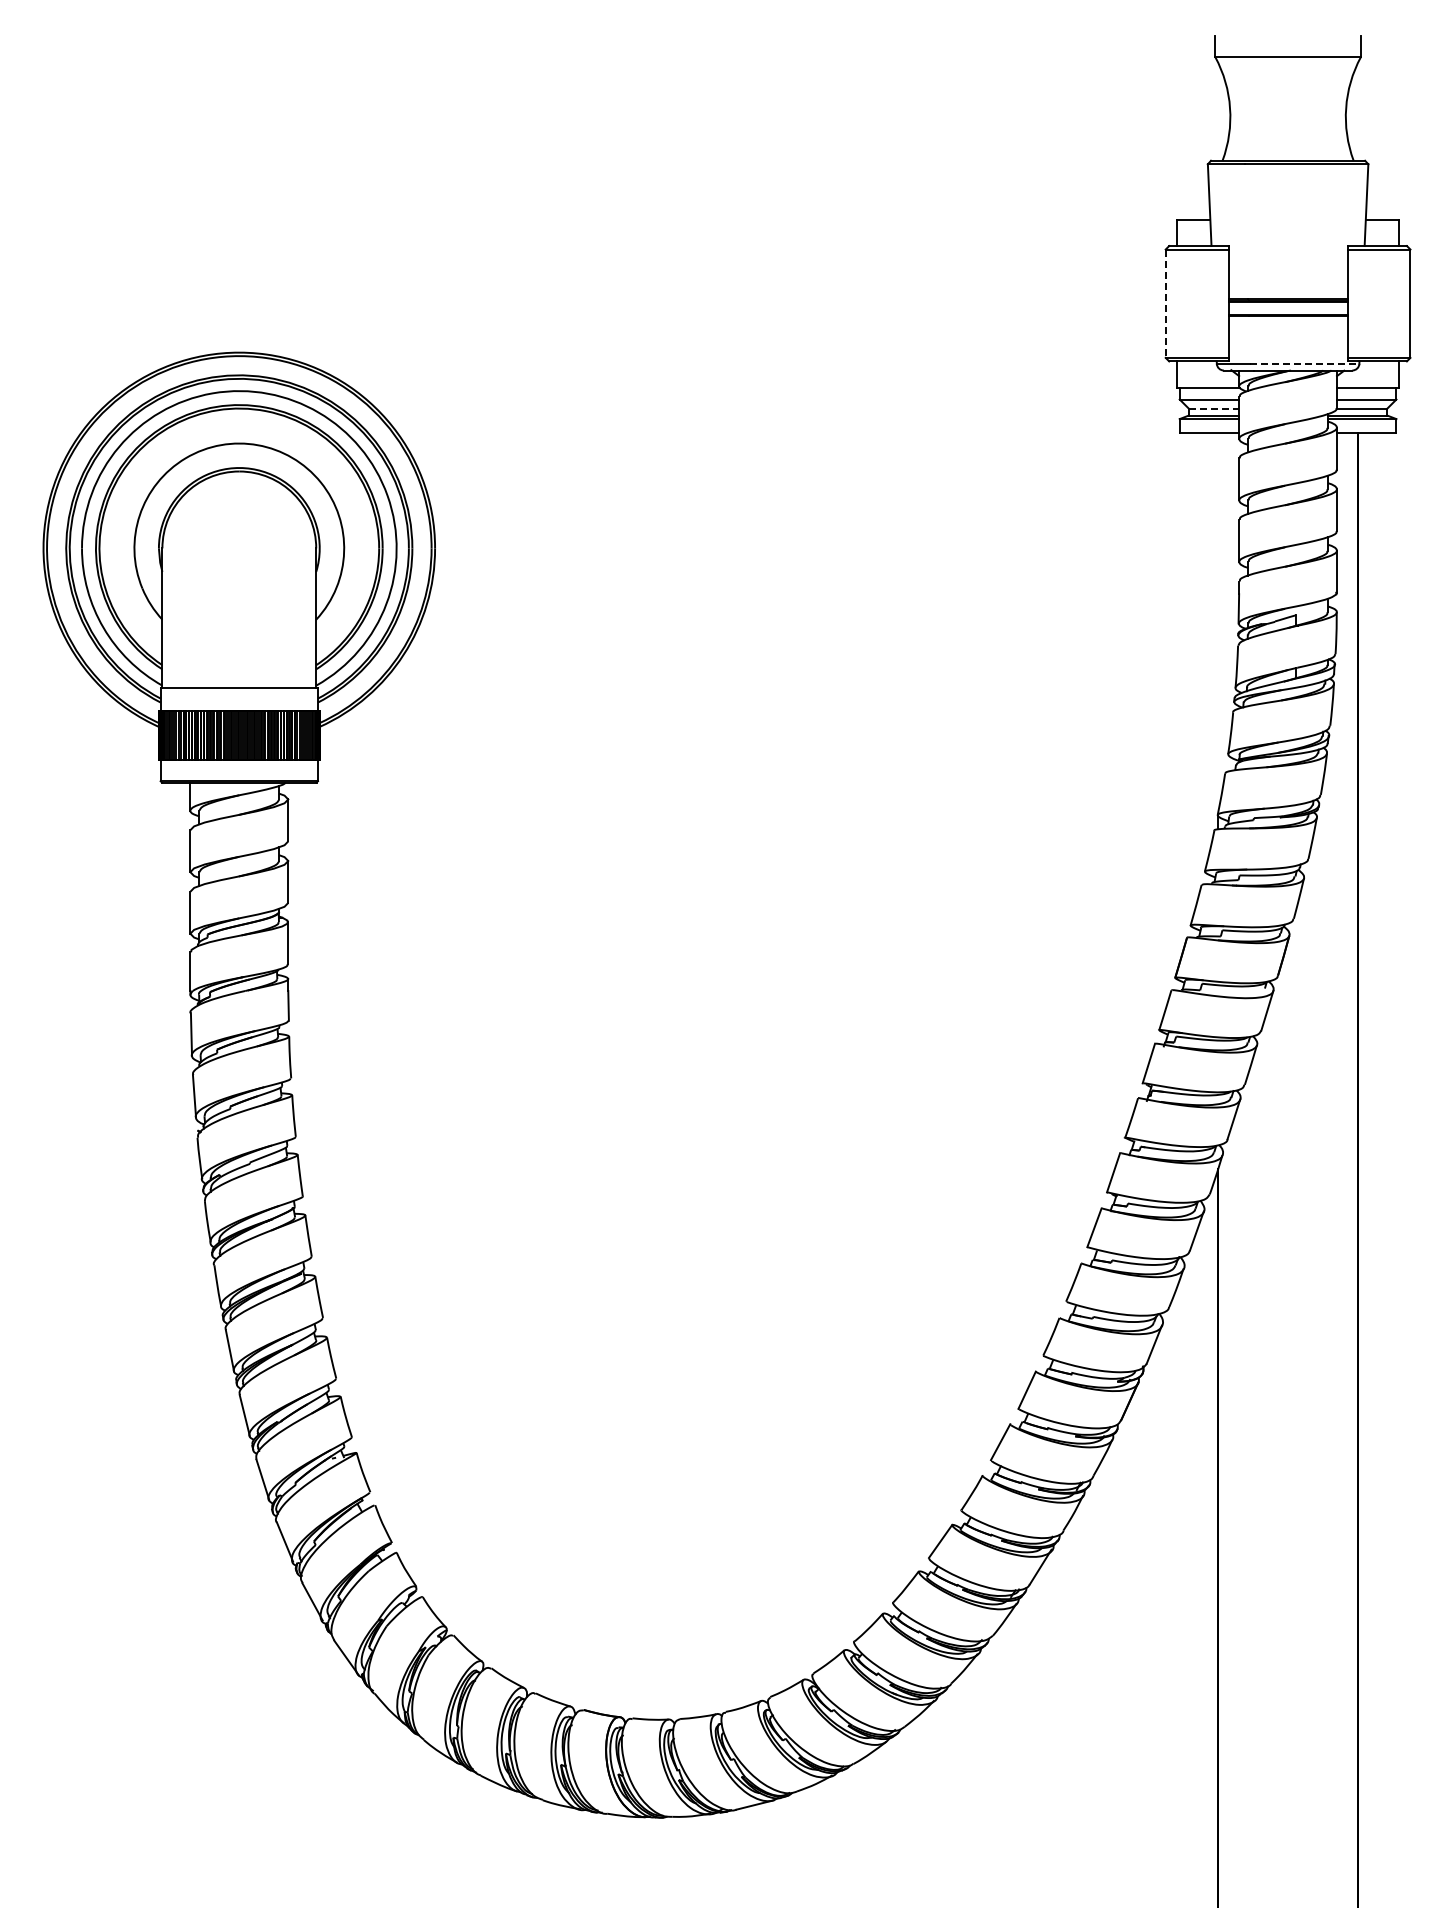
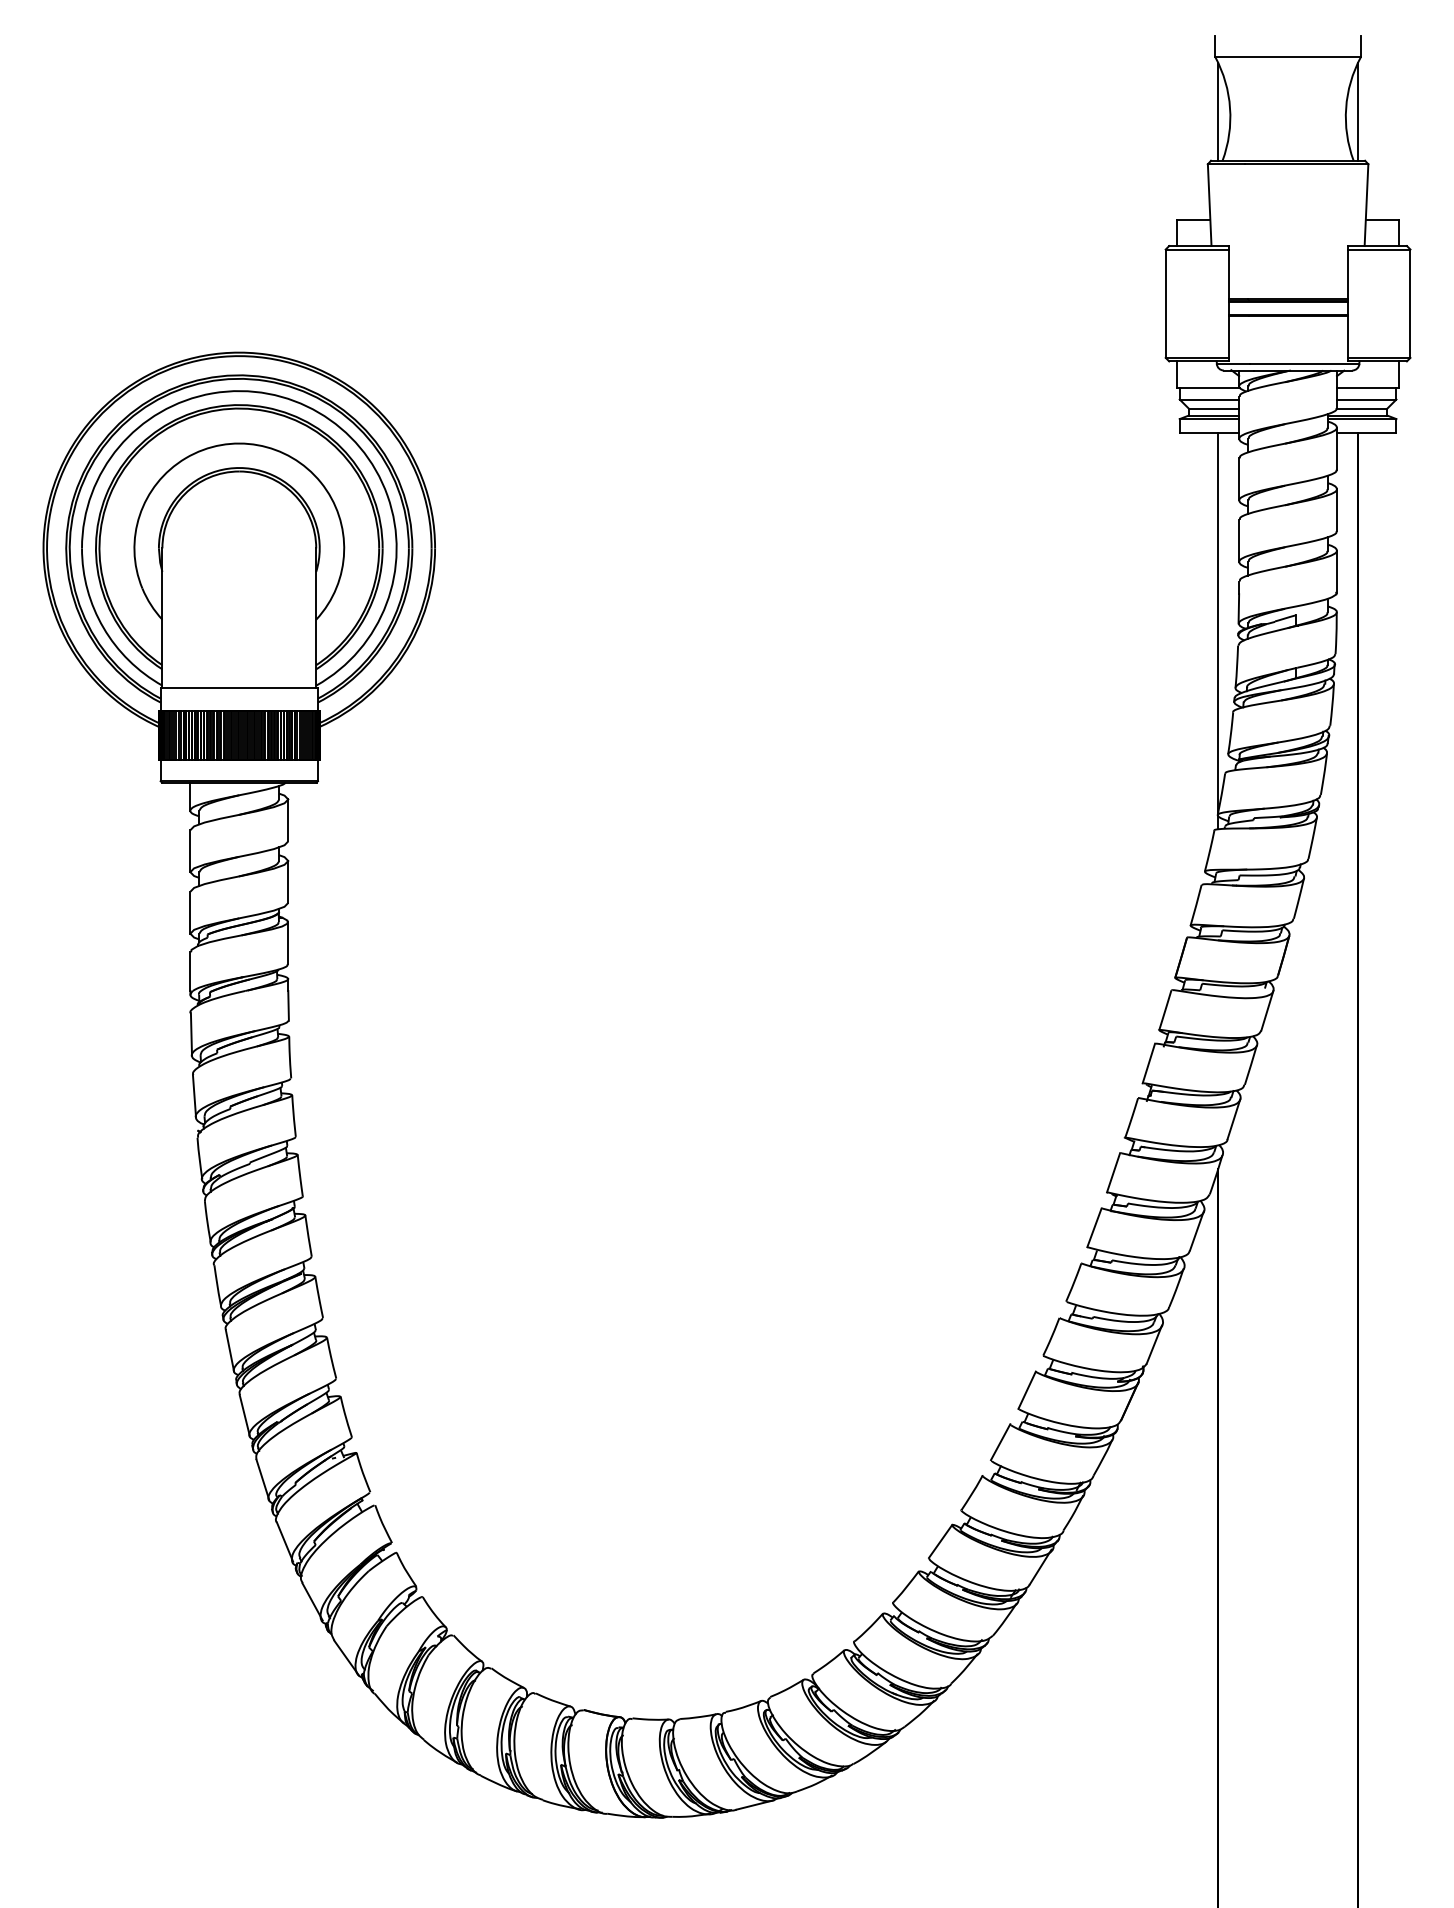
line at (1218, 111): none -> present
line at (1357, 111): none -> present
line at (1165, 304): dashed -> solid
line at (1304, 363): dashed -> solid
line at (1214, 408): dashed -> solid
line at (1218, 622): none -> present
